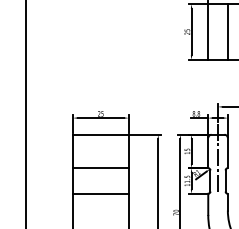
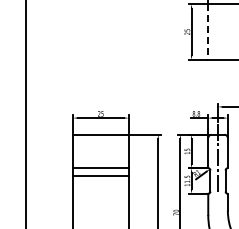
line at (227, 31): present -> none
line at (208, 32): solid -> dashed
line at (100, 193) position: (100, 193) -> (100, 175)
